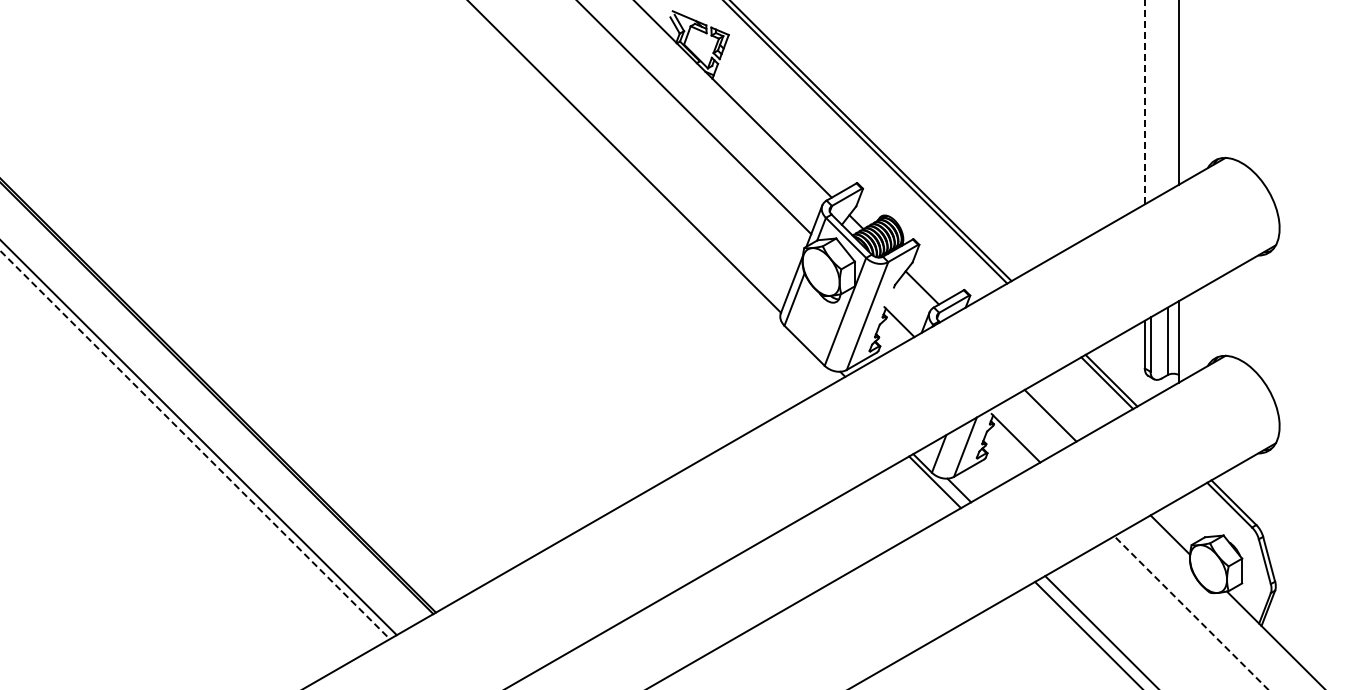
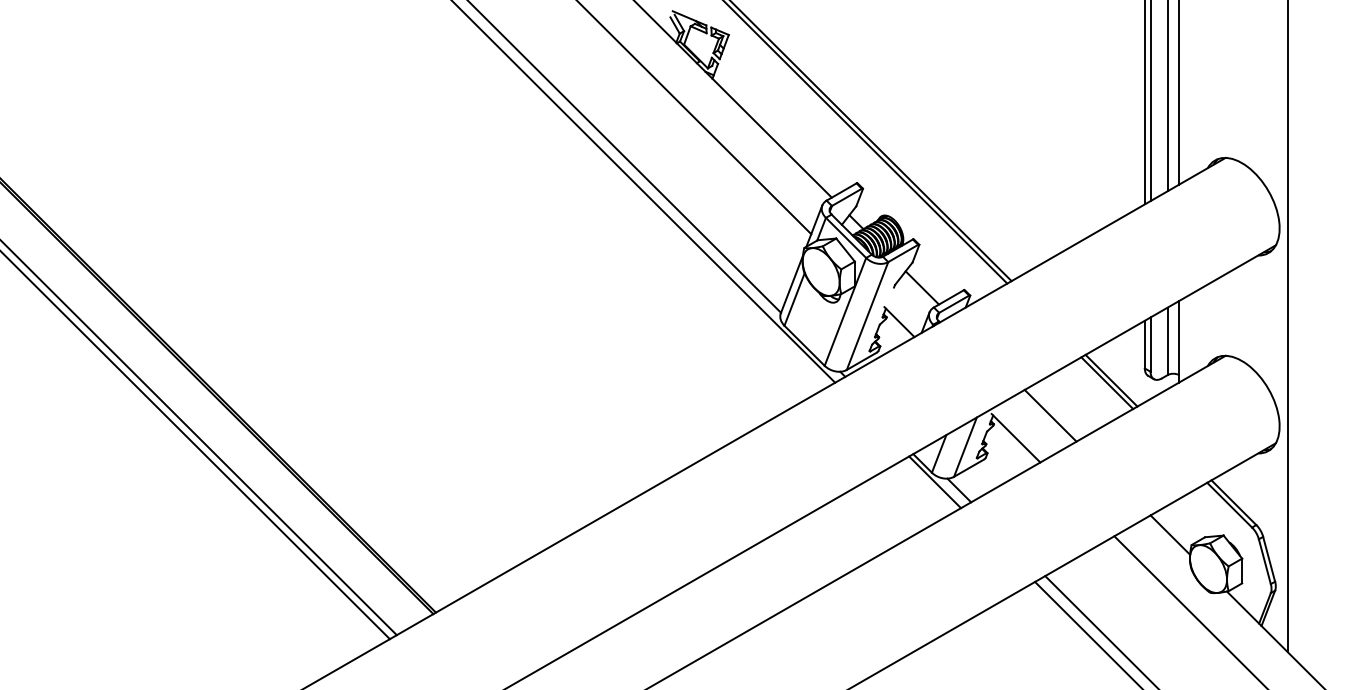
line at (1167, 96): none -> present
line at (1150, 101): none -> present
line at (1144, 102): dashed -> solid
line at (644, 192): none -> present
line at (1287, 326): none -> present
line at (195, 445): dashed -> solid
line at (1191, 613): dashed -> solid
